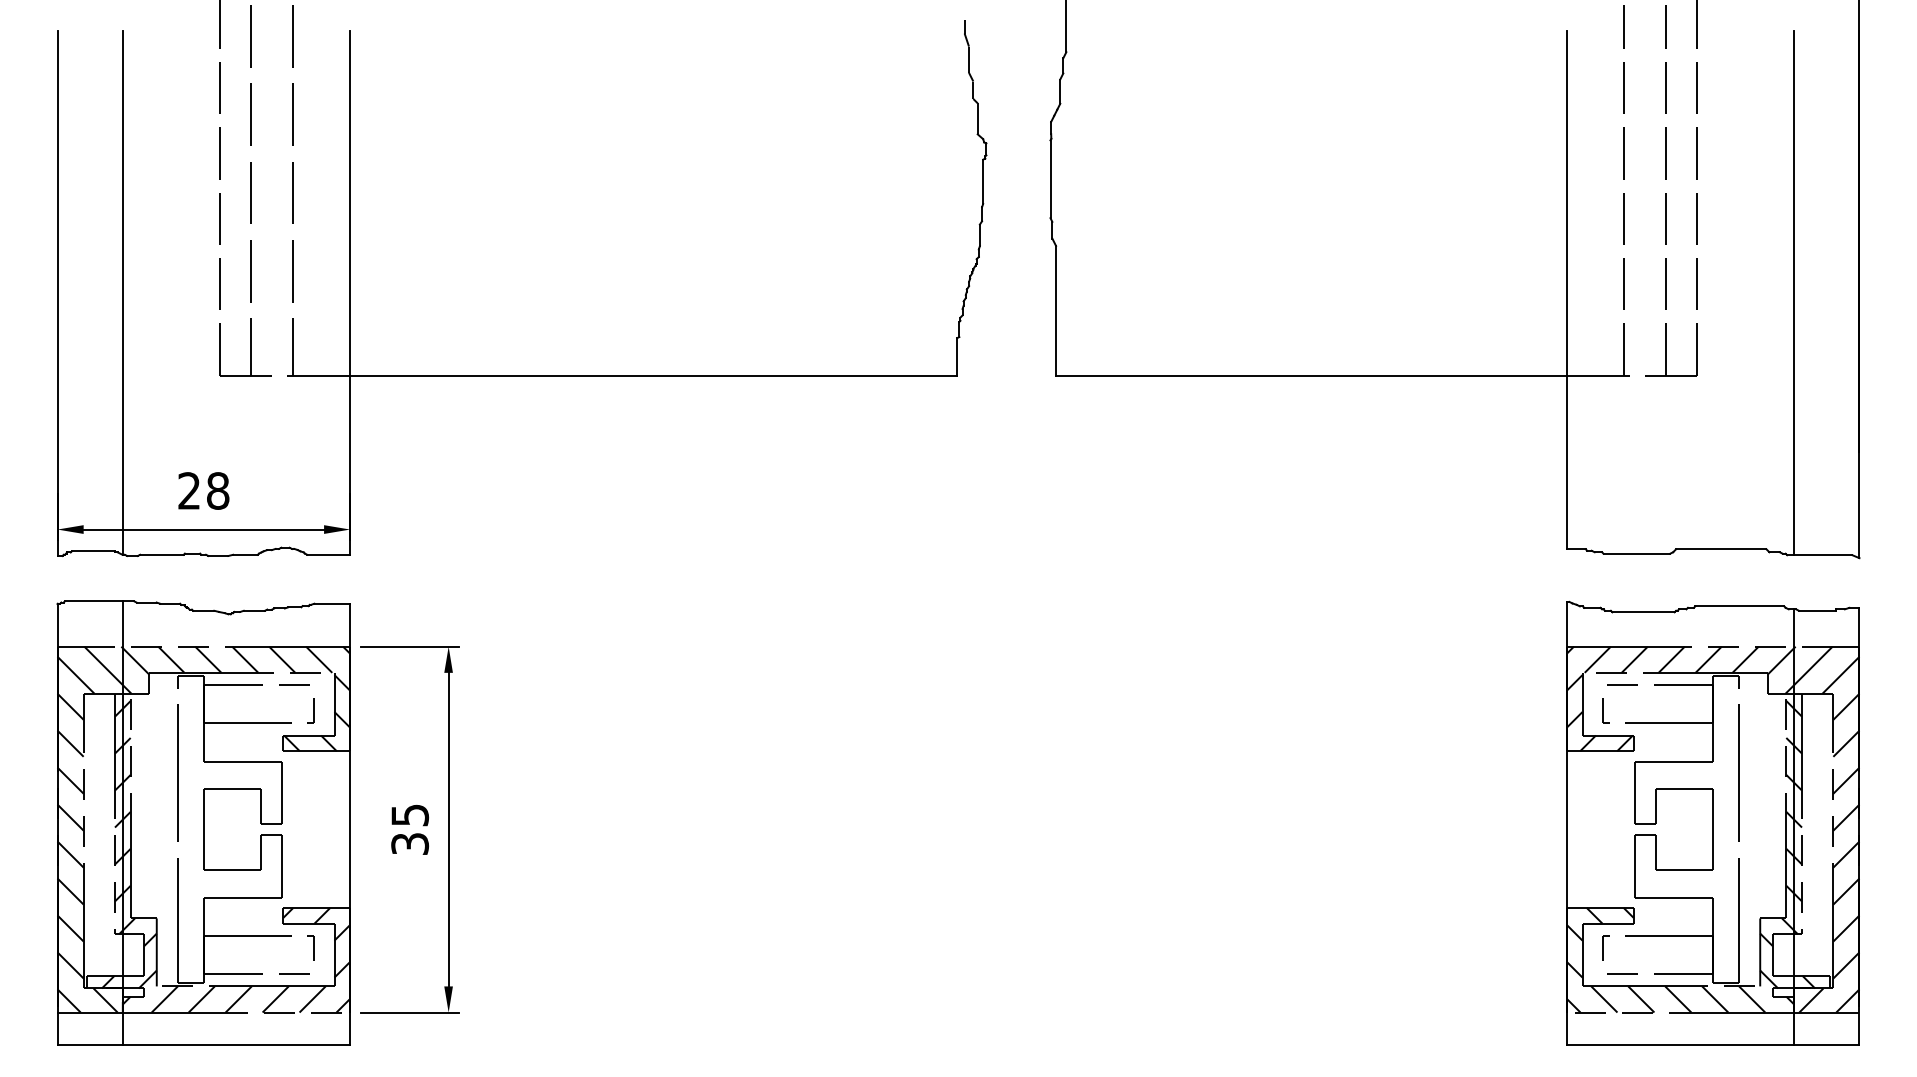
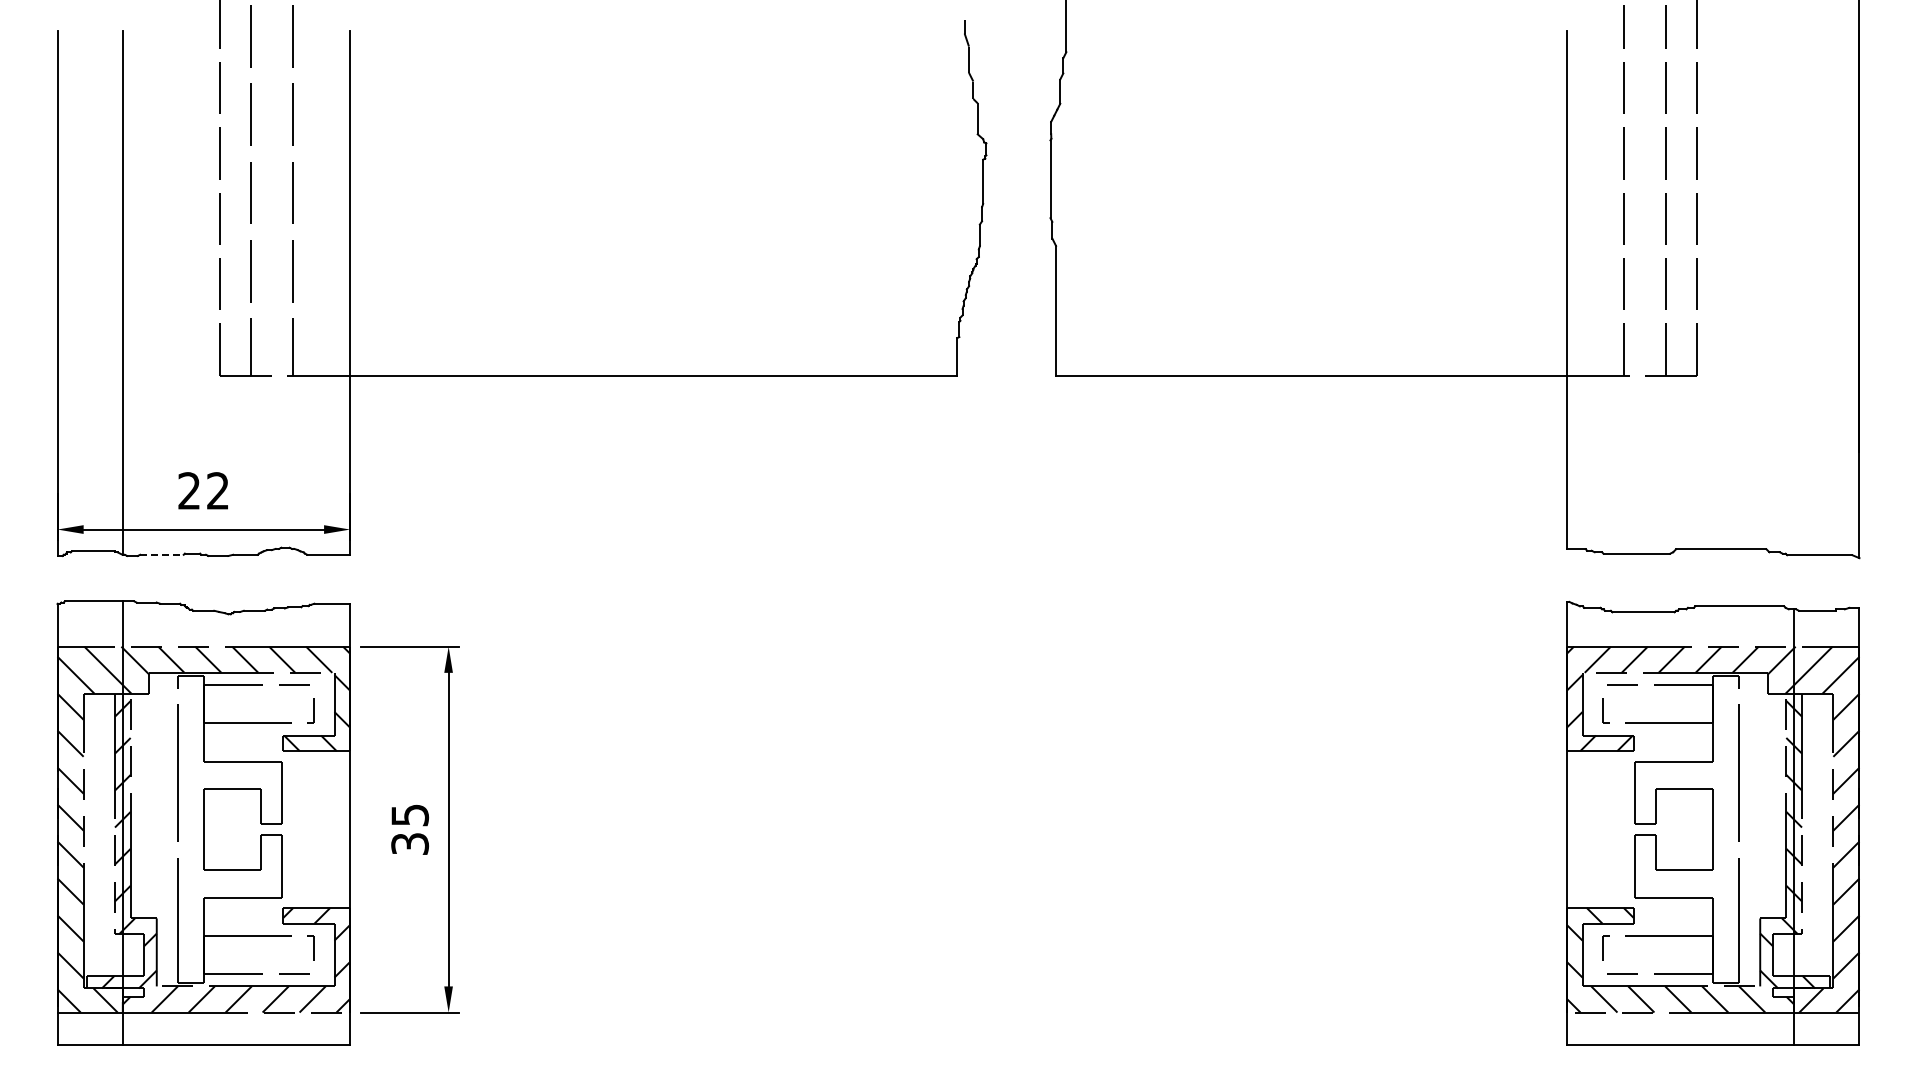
line at (1794, 293): present -> none
text at (218, 490): 28 -> 22
line at (161, 554): solid -> dashed
